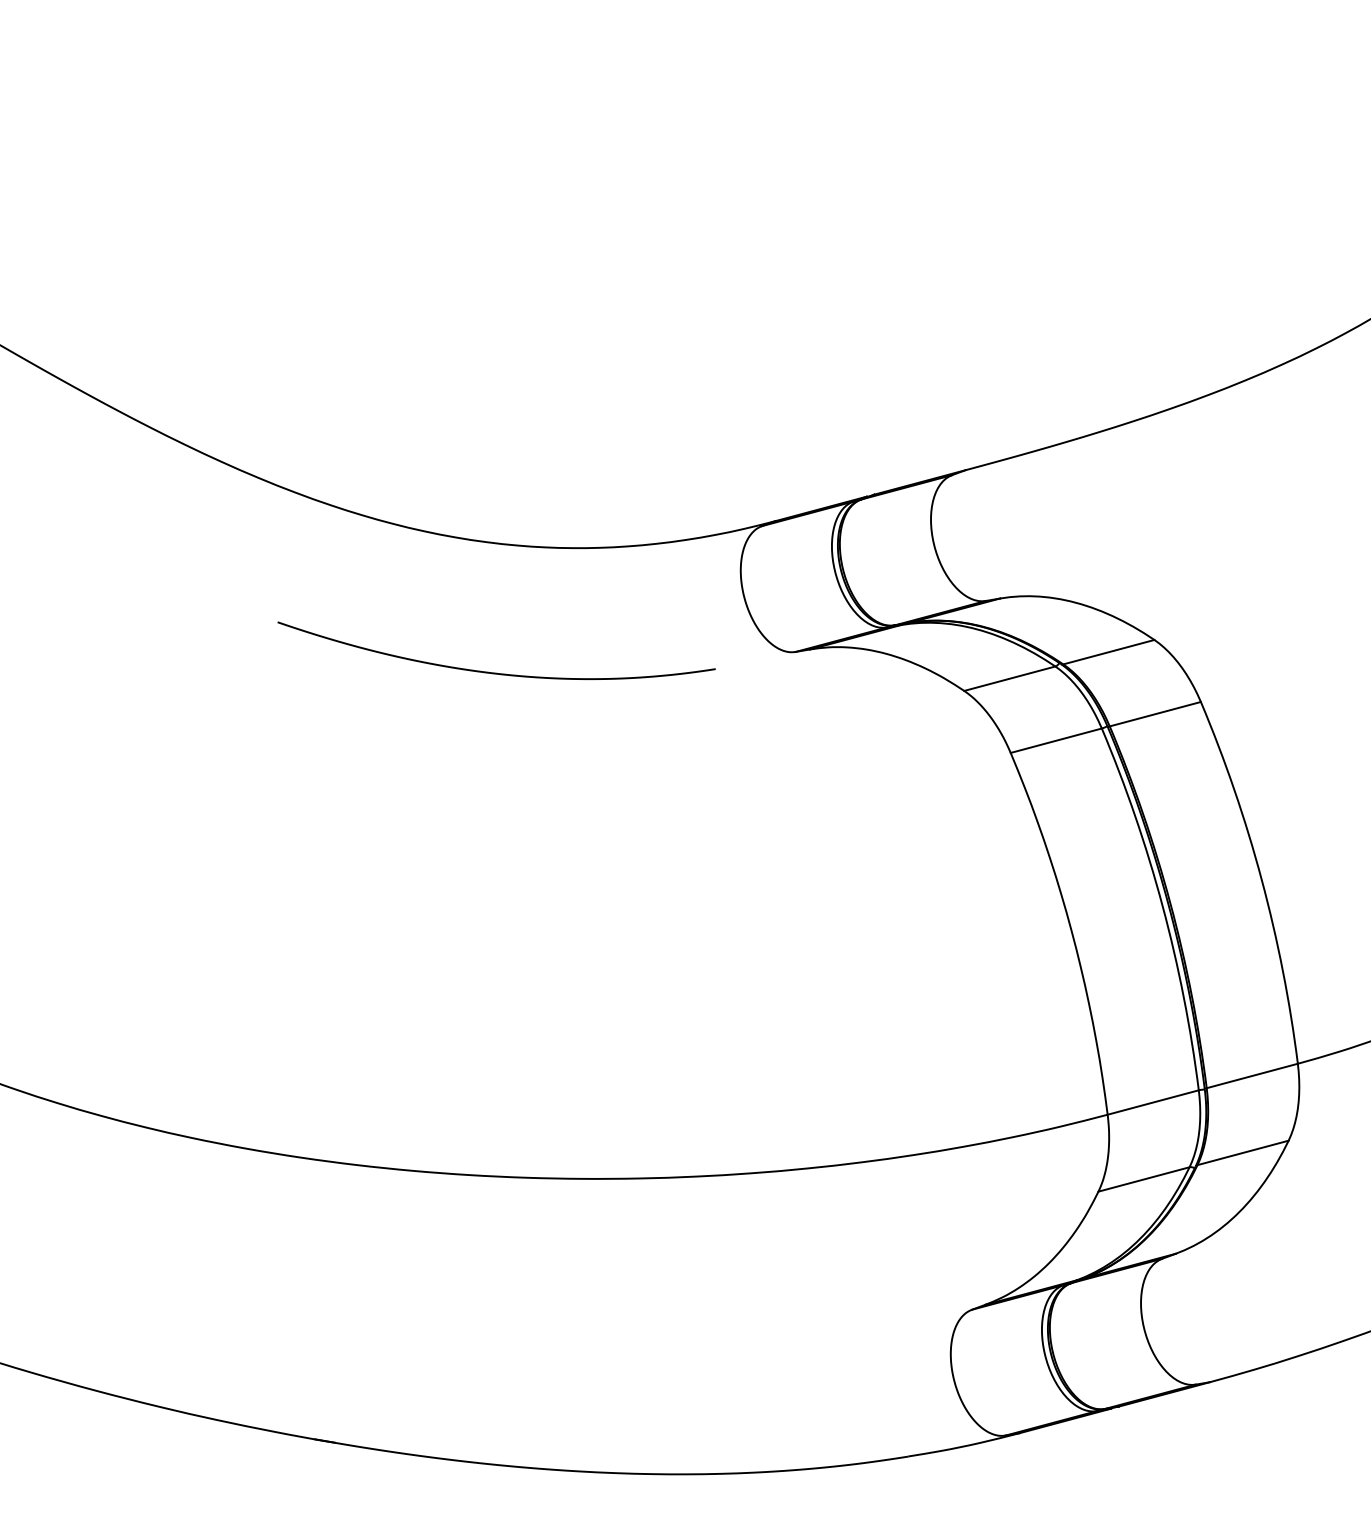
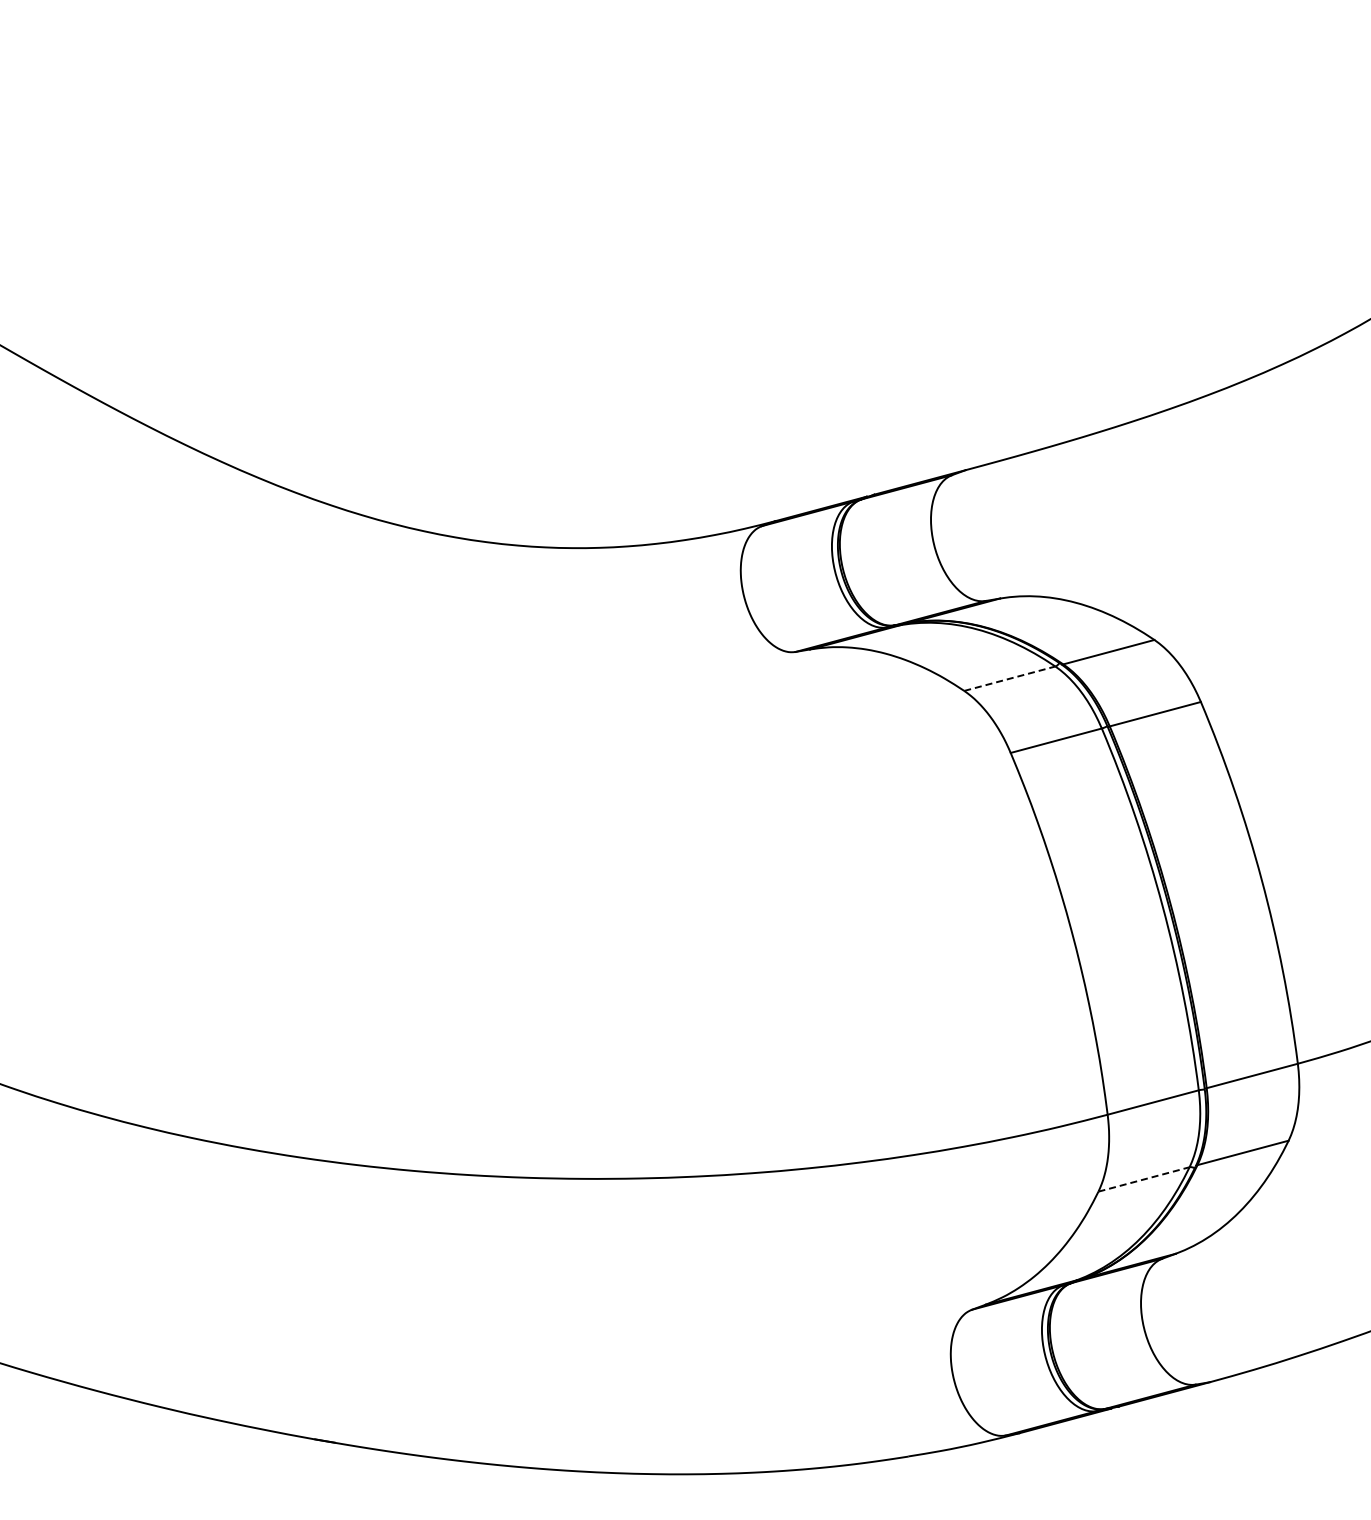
curve at (496, 672): present -> none
line at (1010, 678): solid -> dashed
line at (1144, 1179): solid -> dashed
